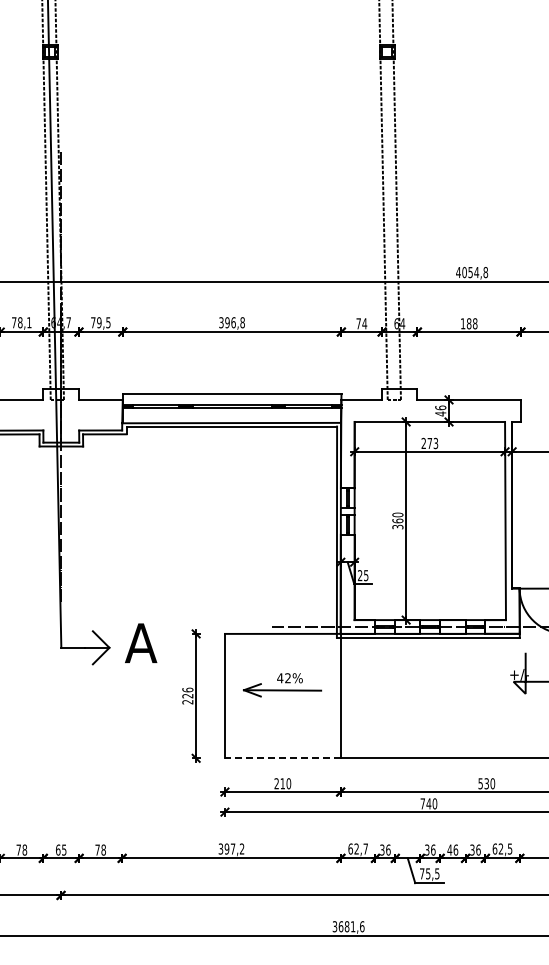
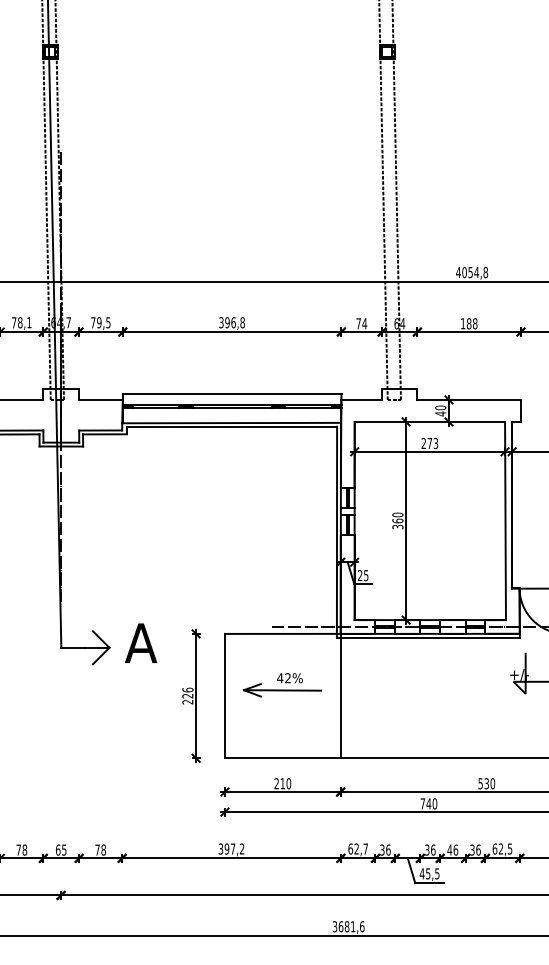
text at (440, 407): 46 -> 40
line at (282, 758): dashed -> solid
text at (421, 873): 75,5 -> 45,5
